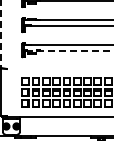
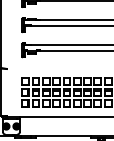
line at (0, 34): dashed -> solid
line at (70, 51): dashed -> solid
